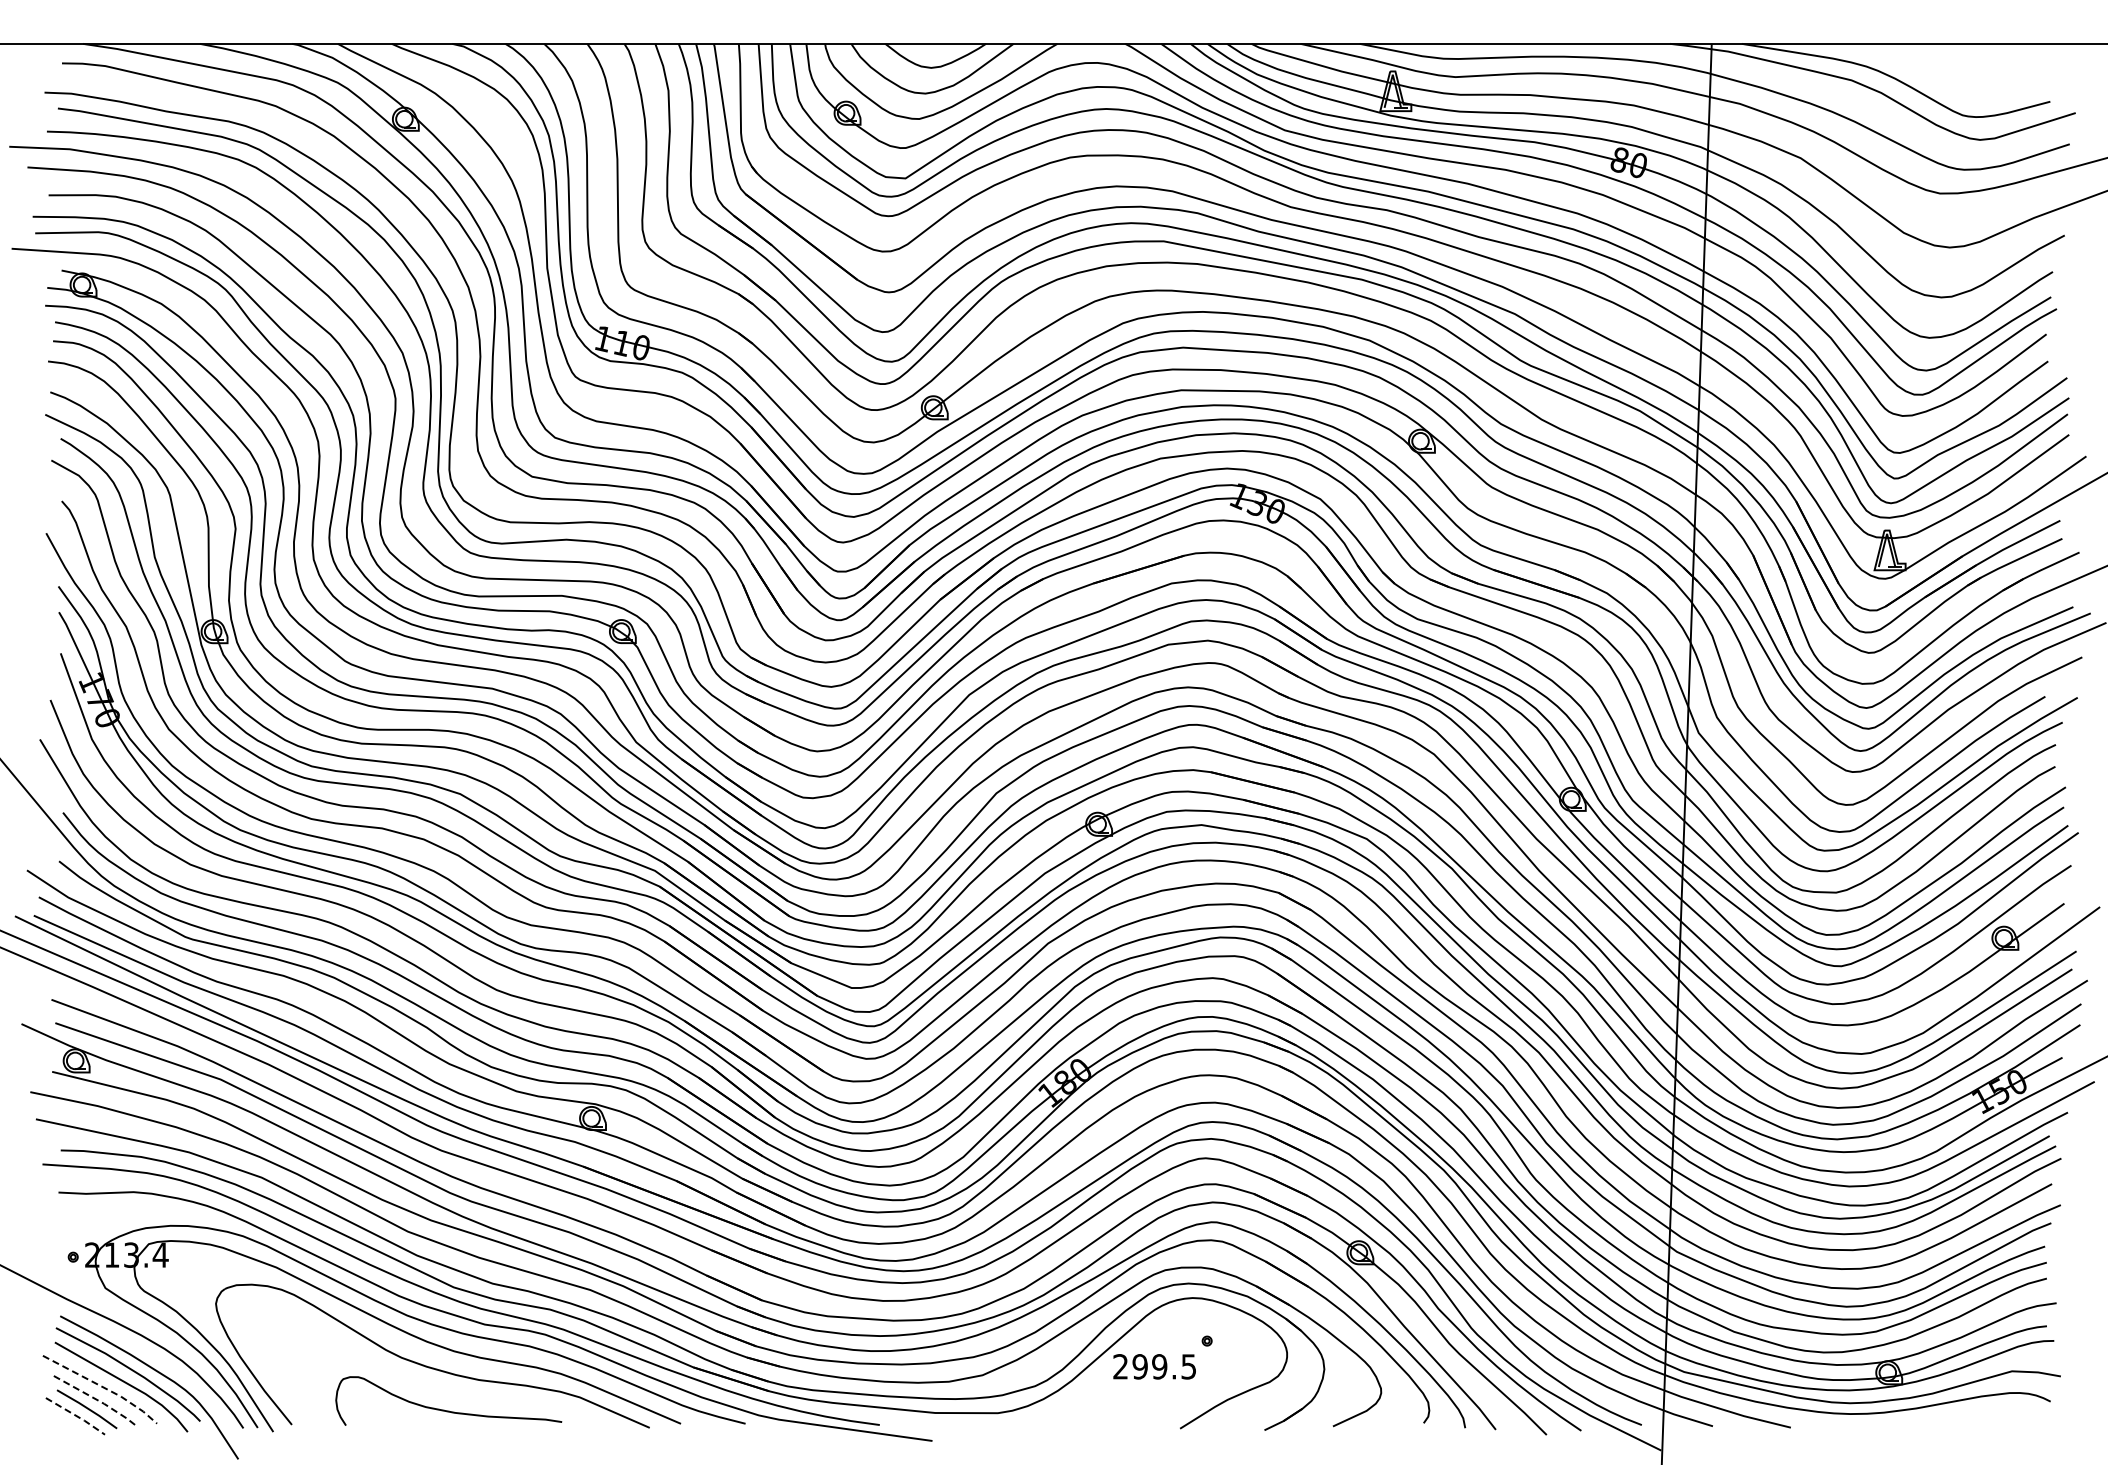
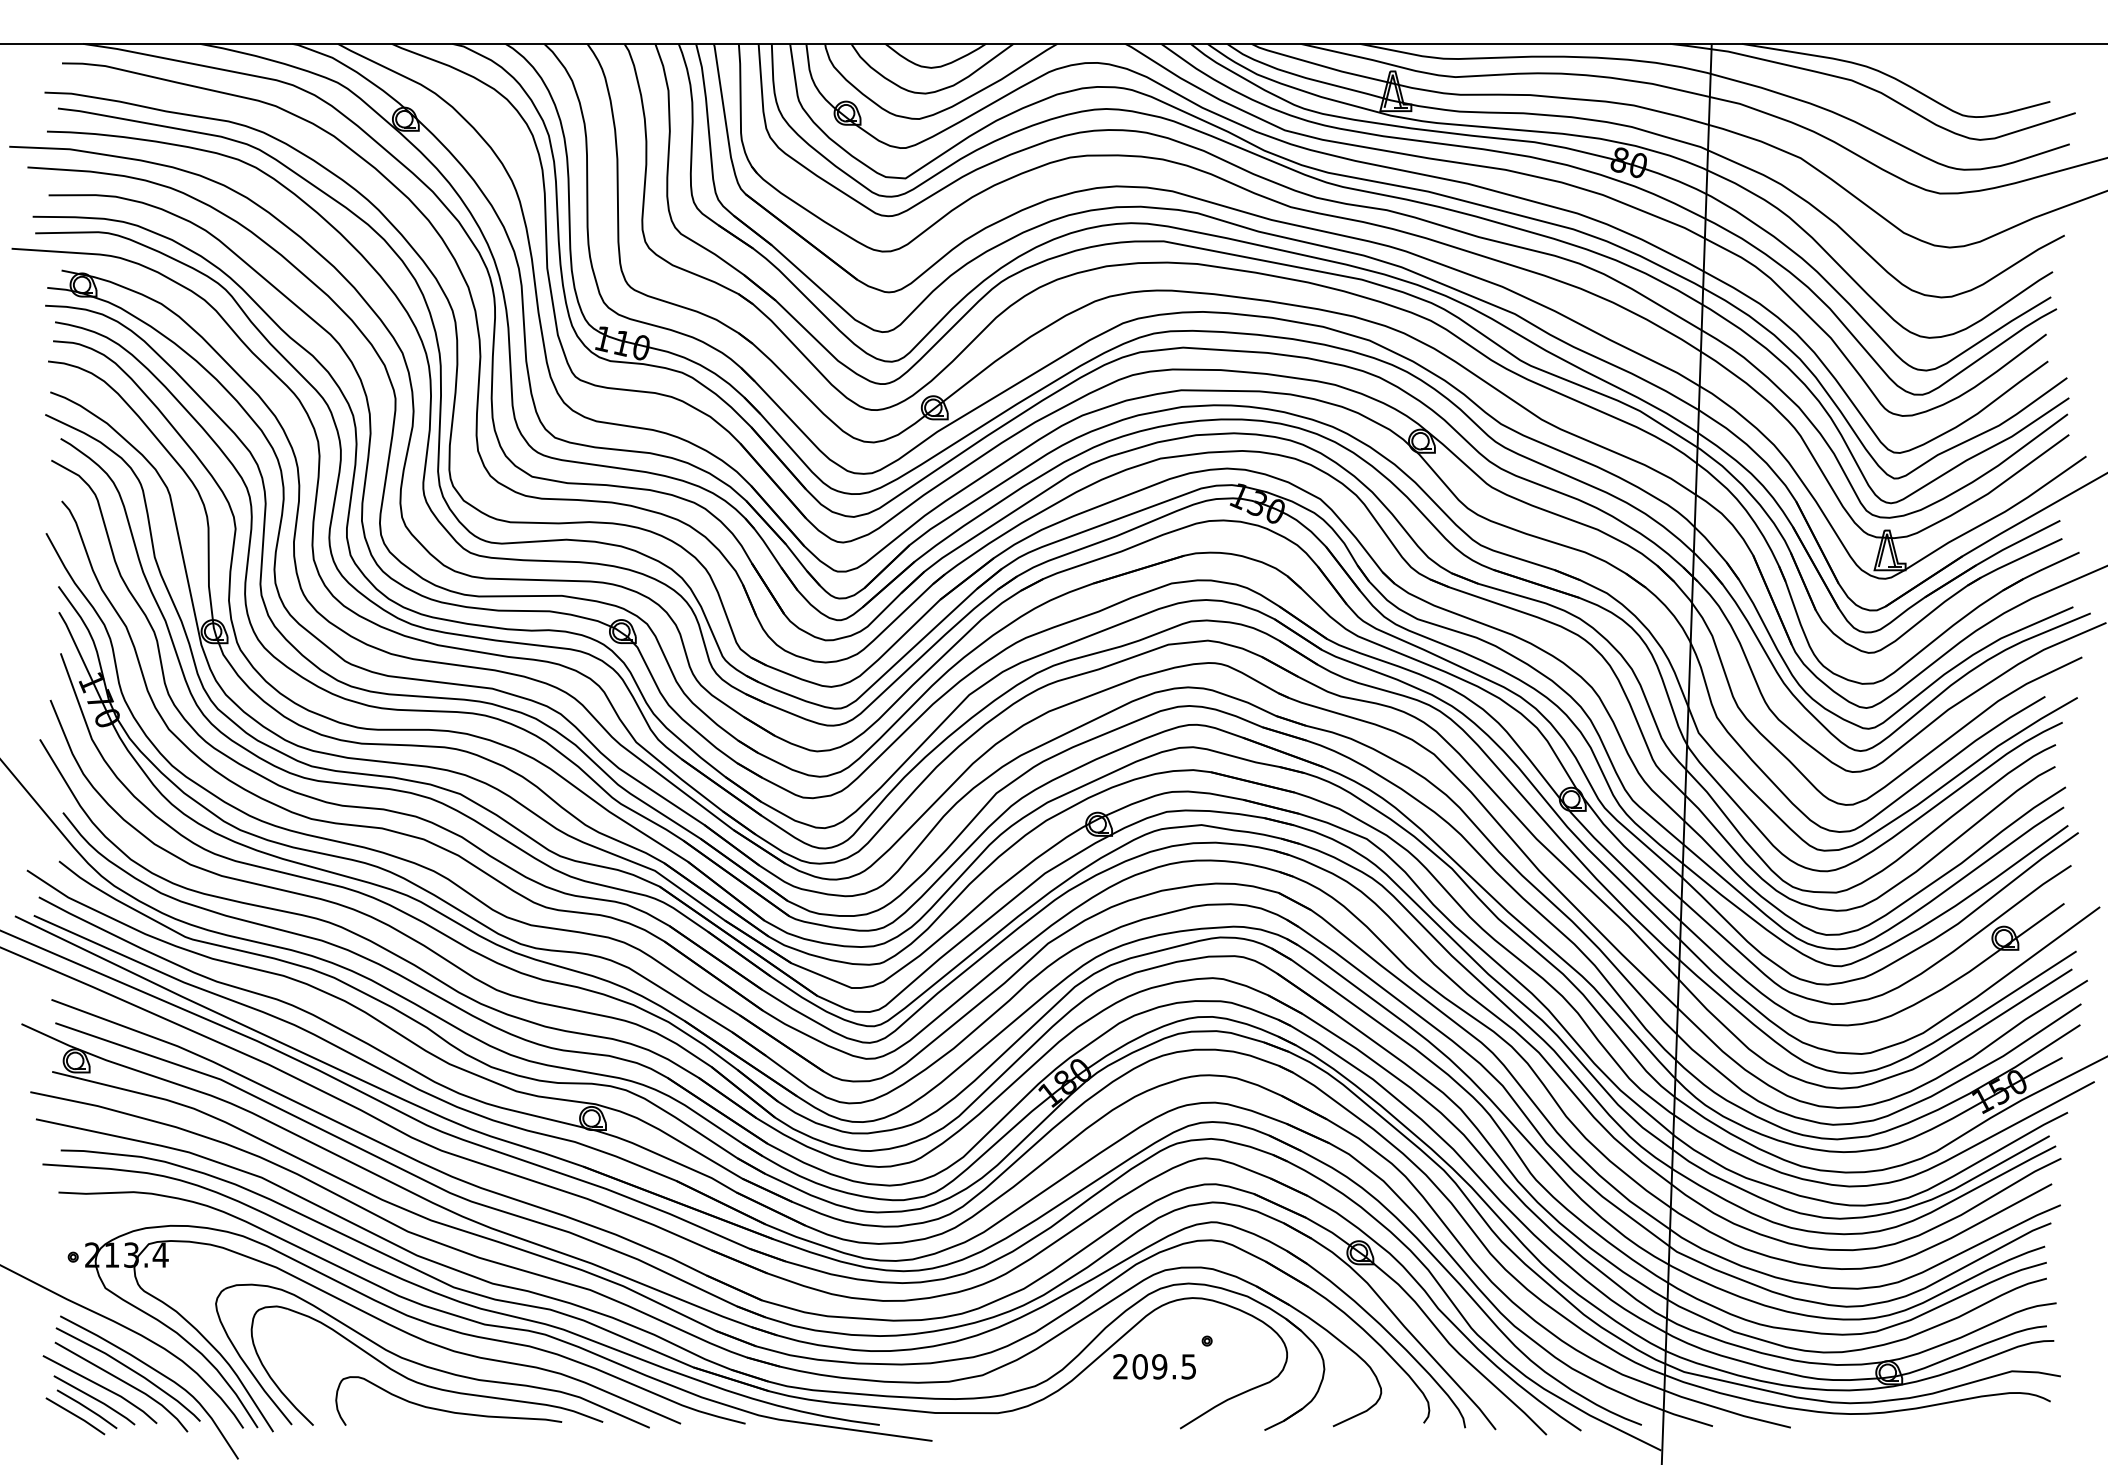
text at (1139, 1366): 299.5 -> 209.5
part at (420, 1382): none -> present
line at (103, 1387): dashed -> solid
line at (96, 1399): dashed -> solid
line at (76, 1416): dashed -> solid
